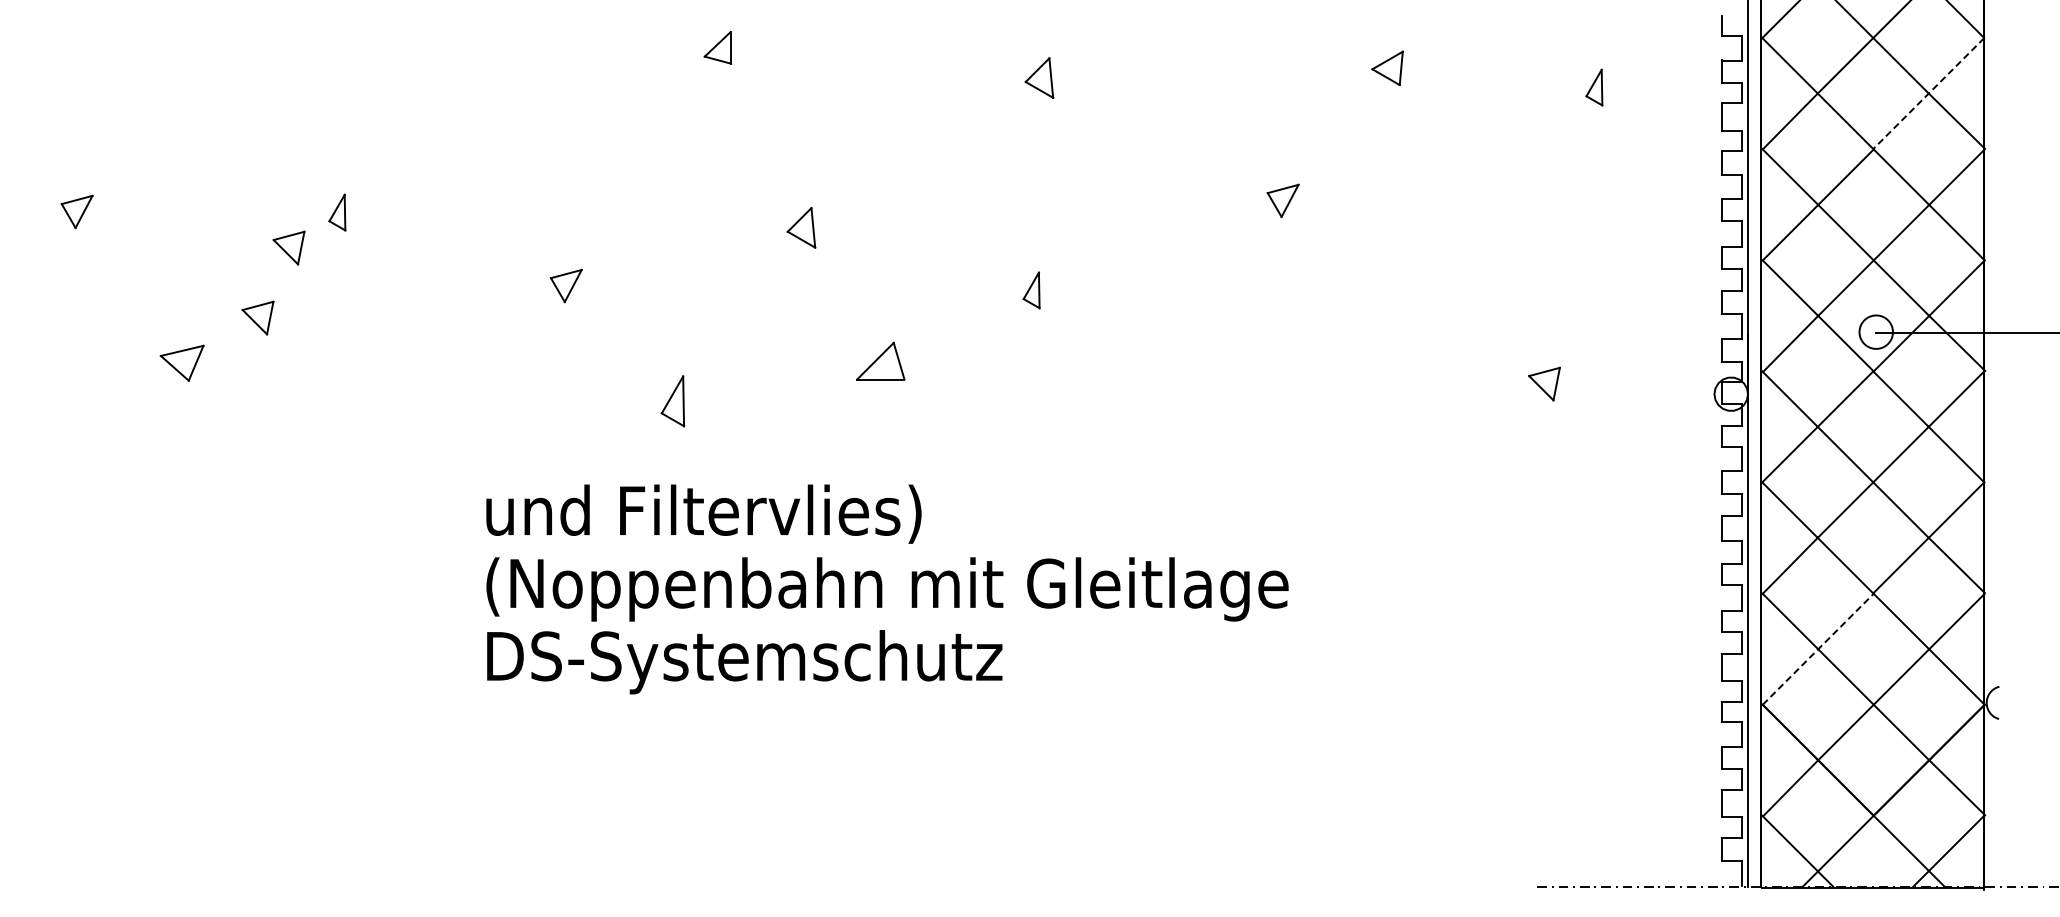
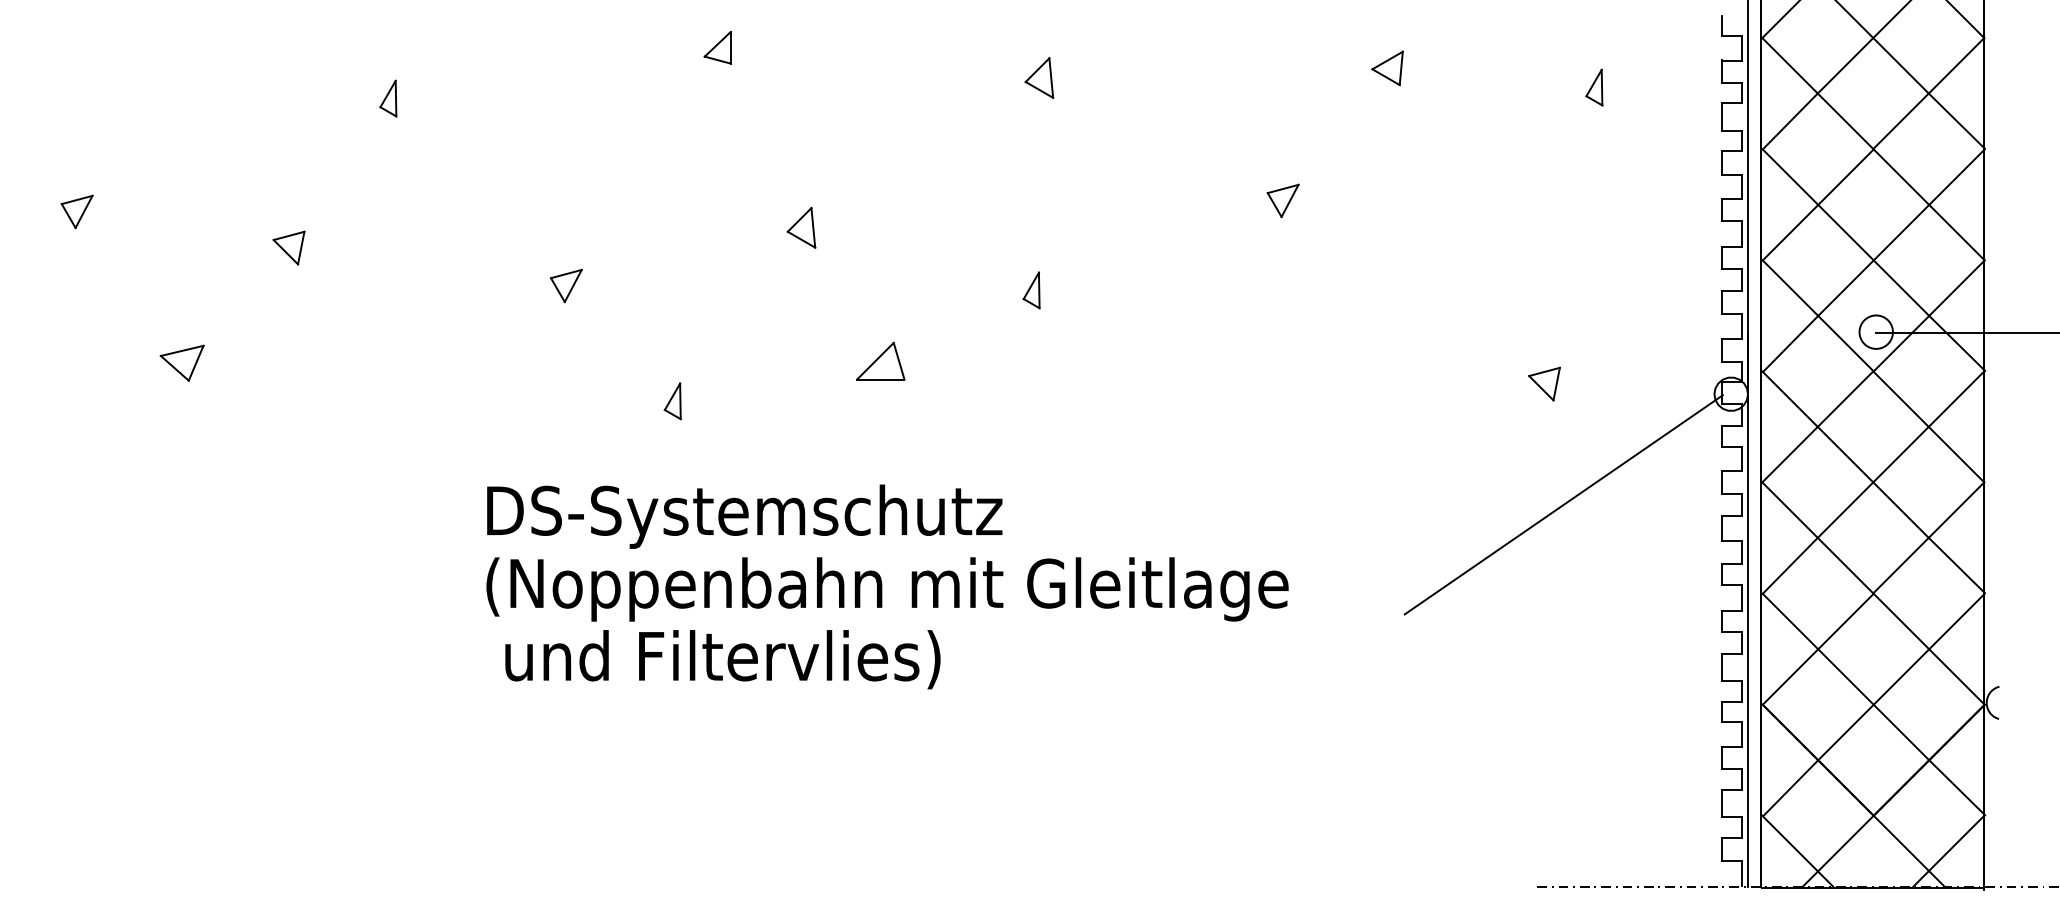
line at (1928, 93): dashed -> solid
part at (337, 212) position: (337, 212) -> (388, 98)
part at (257, 317): present -> none
part at (672, 401) size: 26x53 px -> 19x39 px
line at (1563, 504): none -> present
text at (744, 516): und Filtervlies) -> DS-Systemschutz
line at (1818, 648): dashed -> solid
text at (744, 662): DS-Systemschutz -> und Filtervlies)
